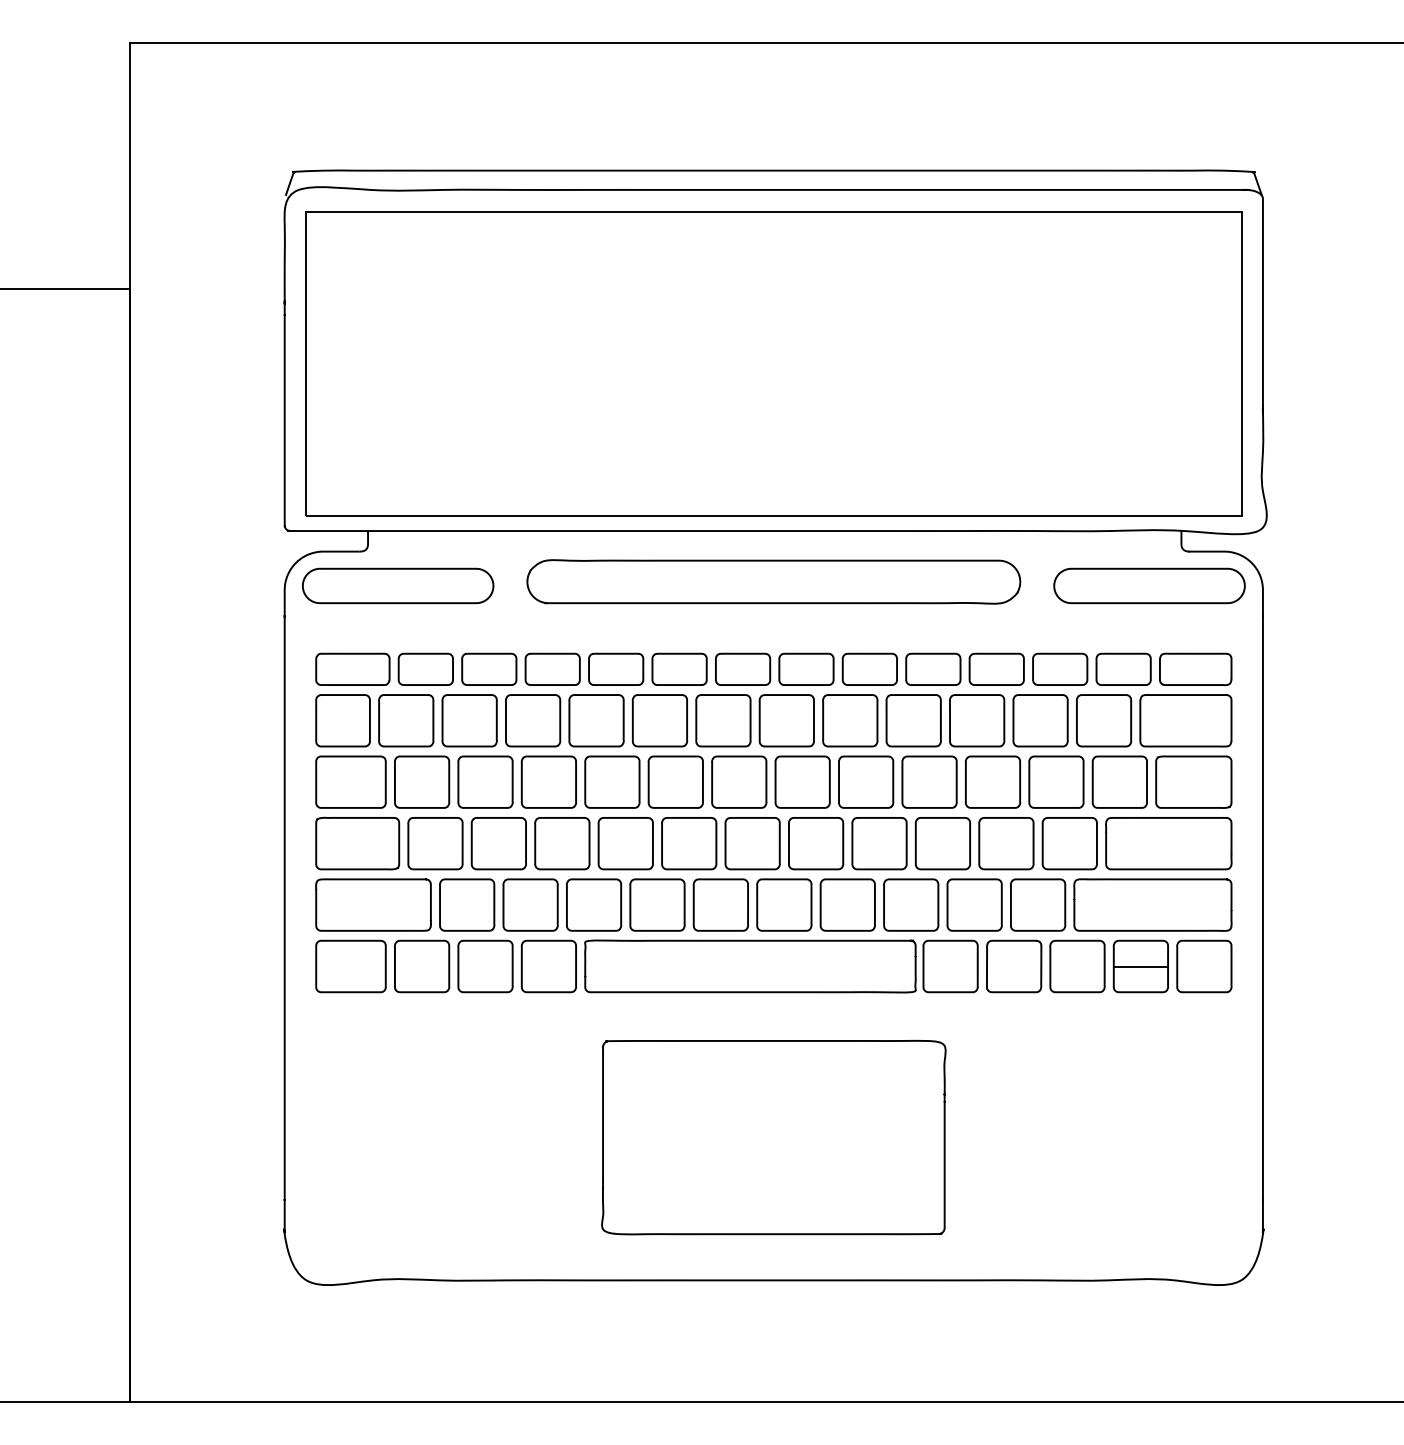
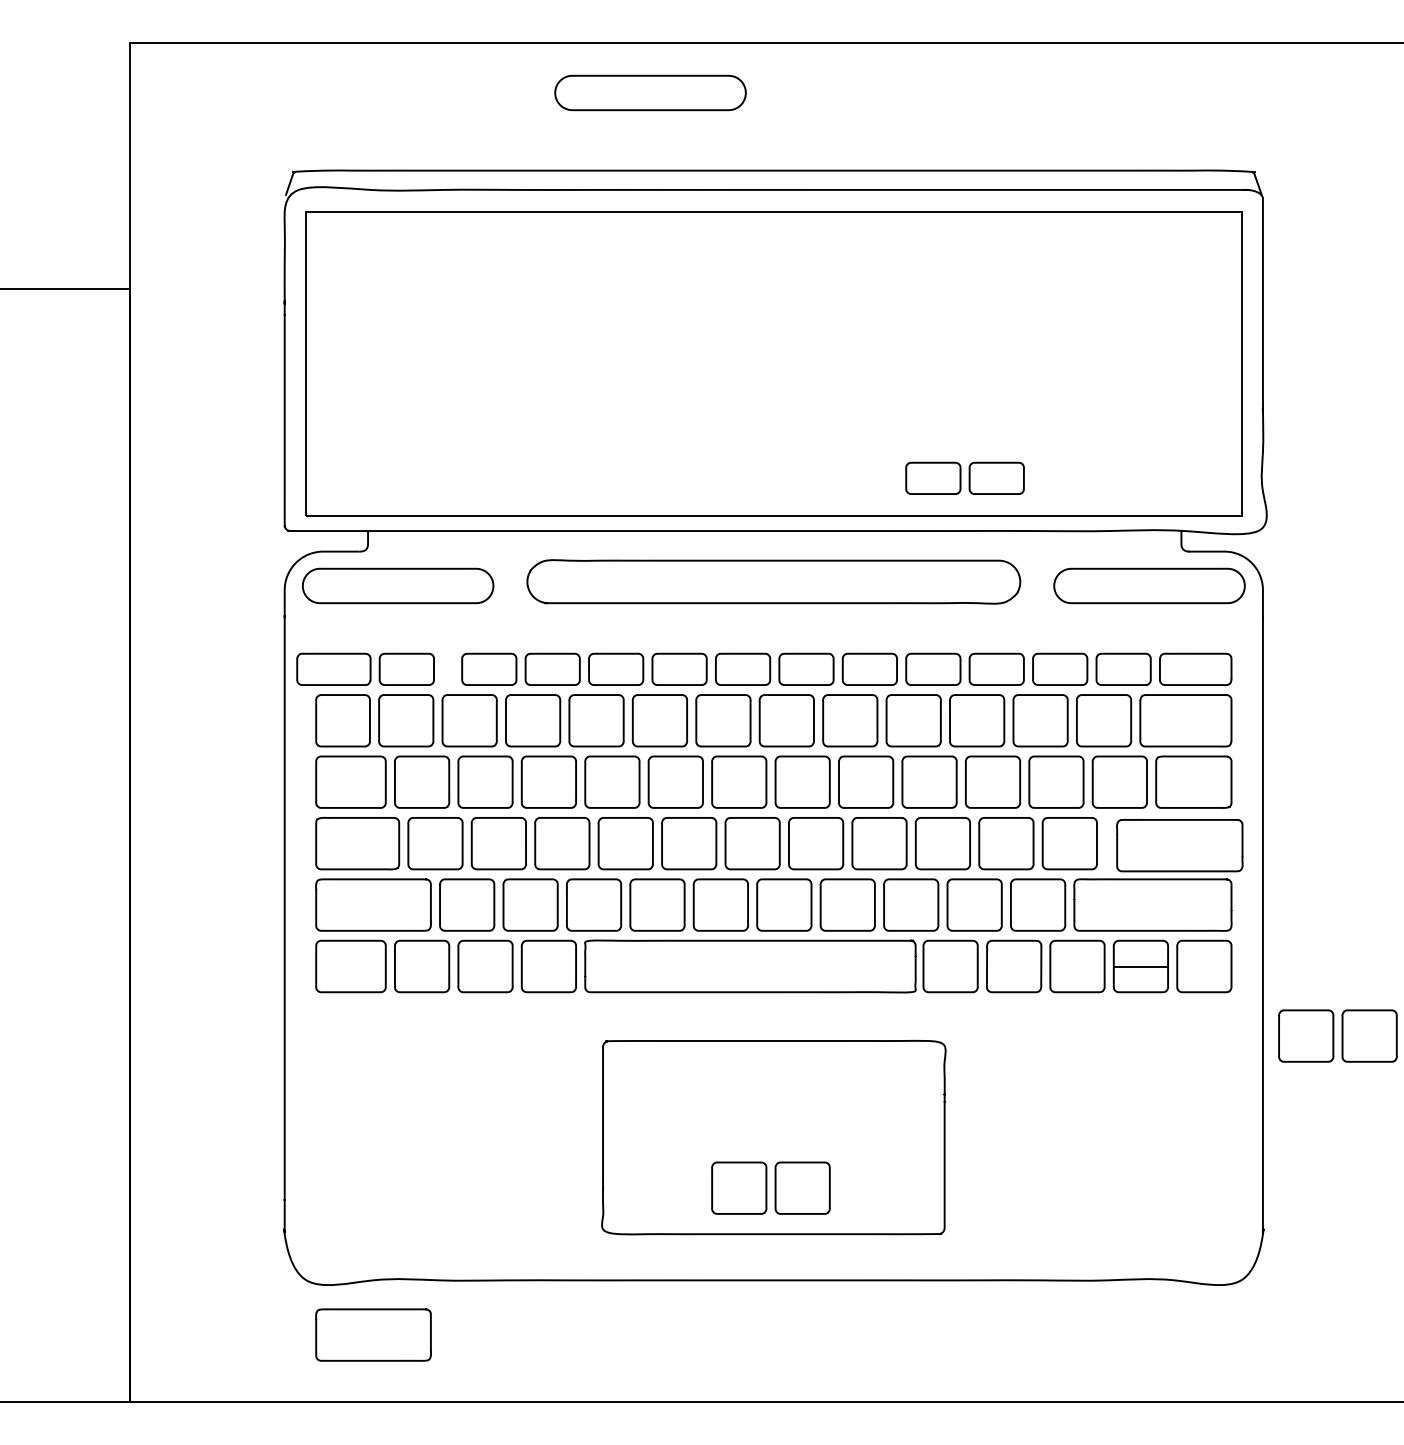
part at (650, 92): none -> present
part at (964, 477): none -> present
part at (384, 668) position: (384, 668) -> (365, 668)
part at (1168, 843) position: (1168, 843) -> (1179, 845)
part at (1337, 1035): none -> present
part at (770, 1187): none -> present
part at (373, 1334): none -> present
